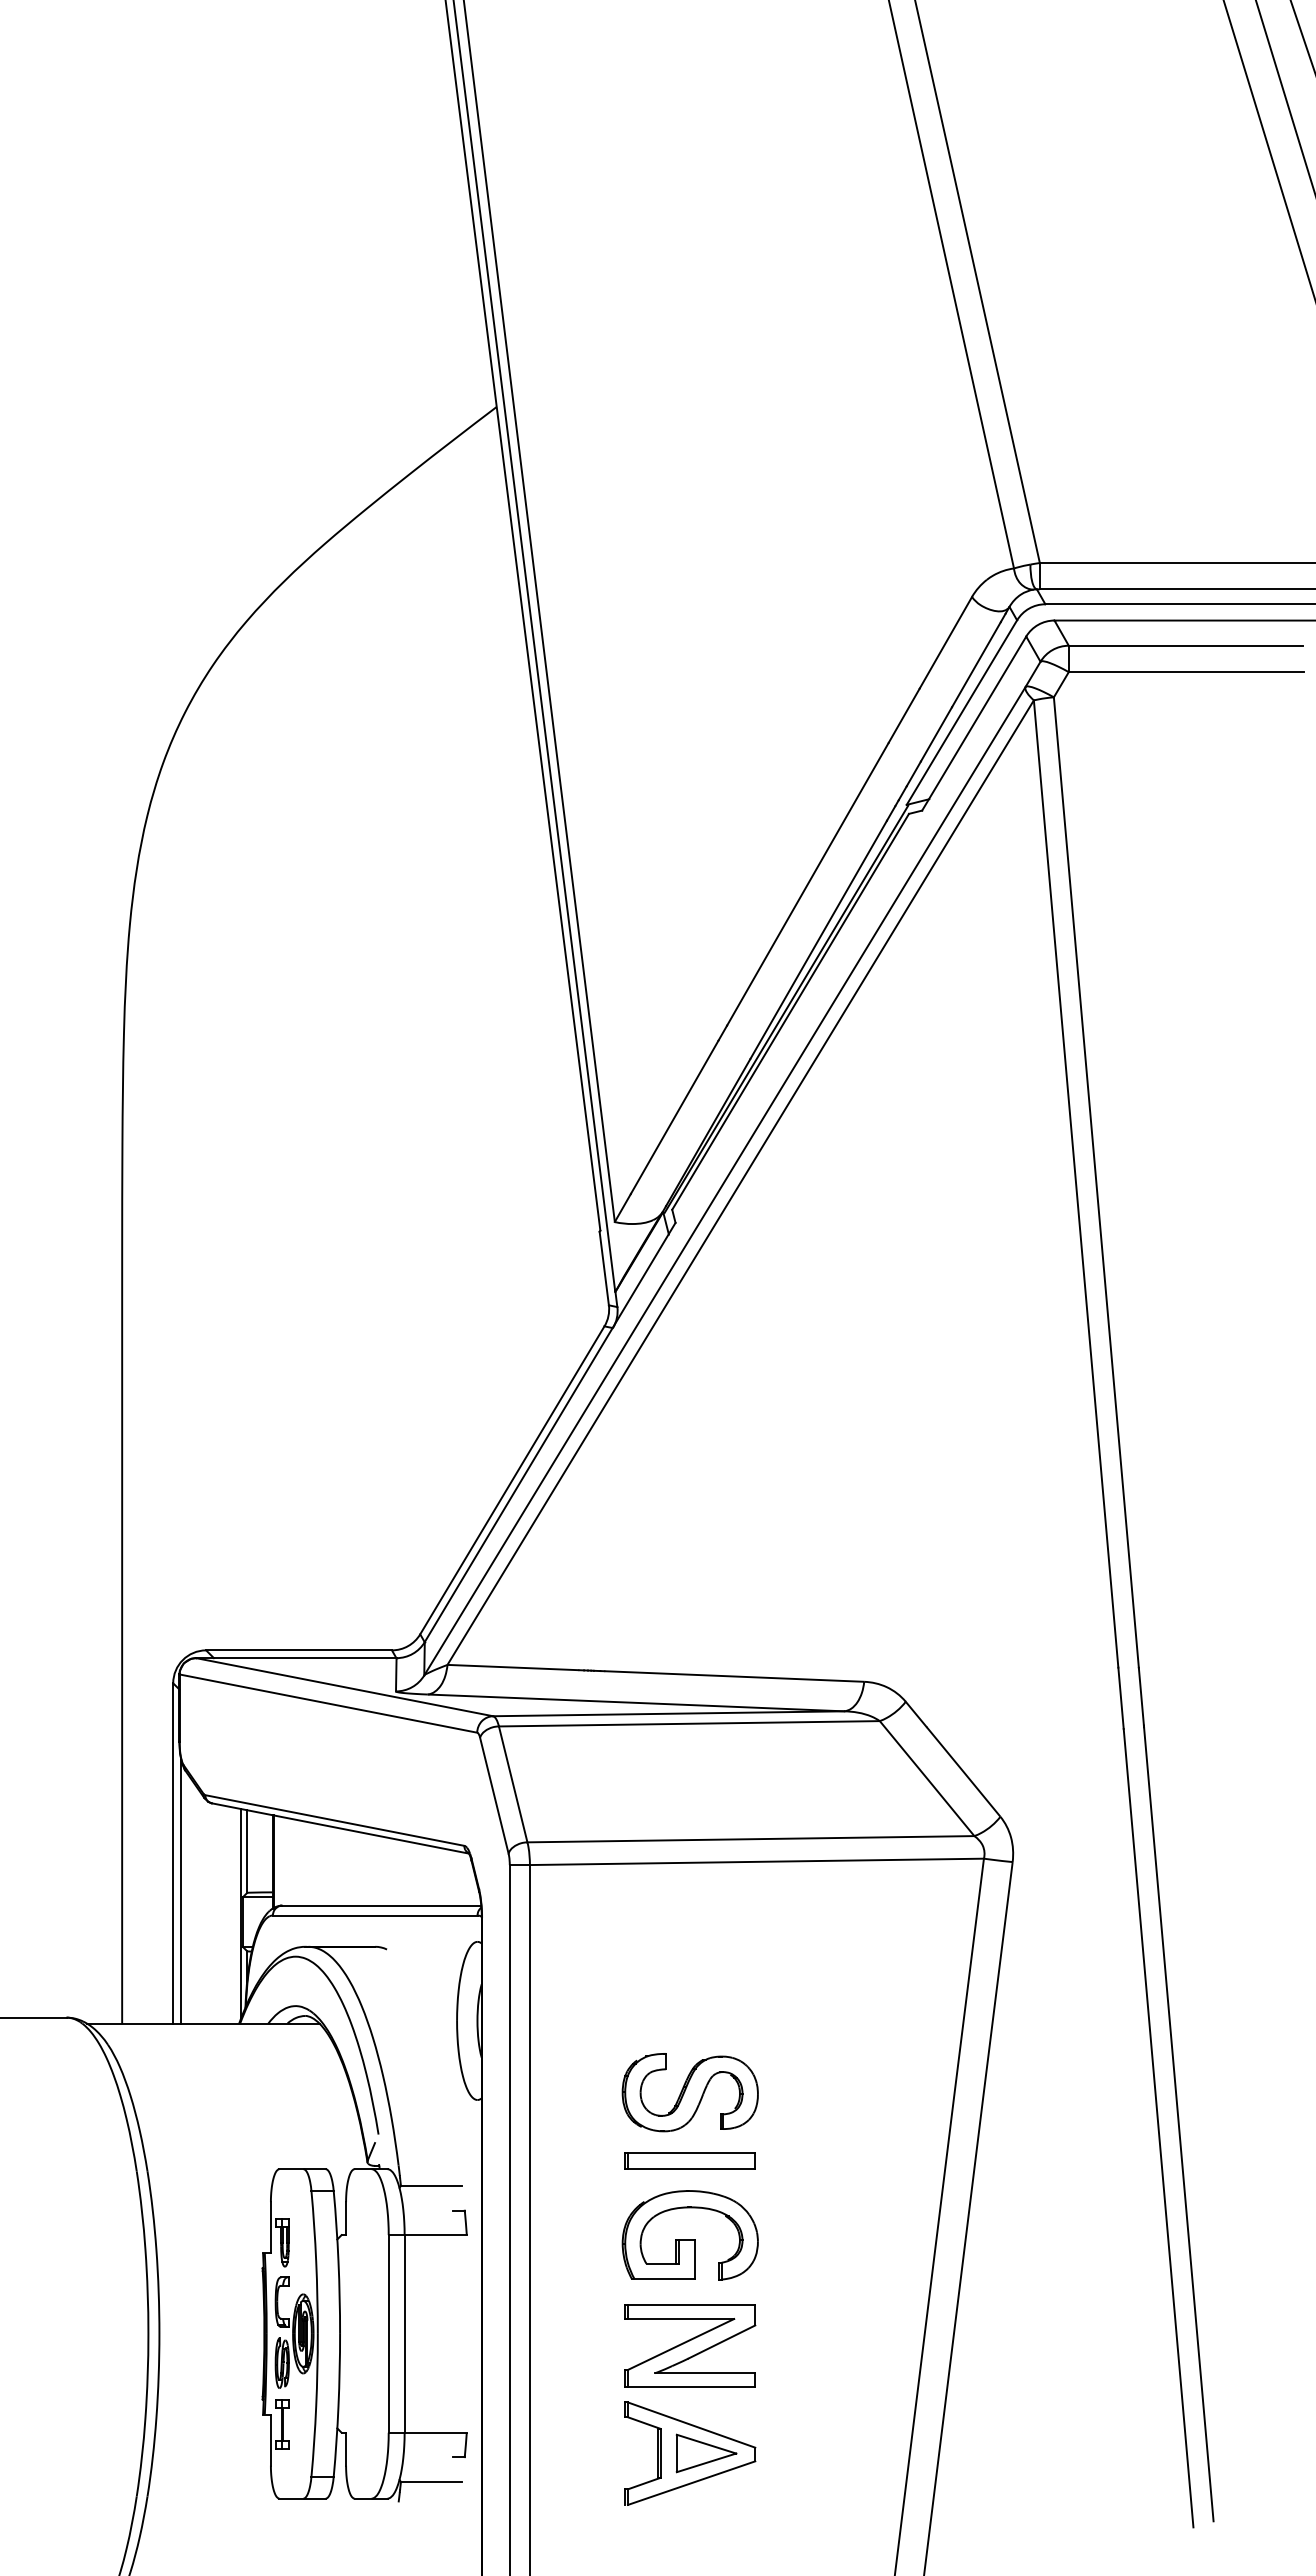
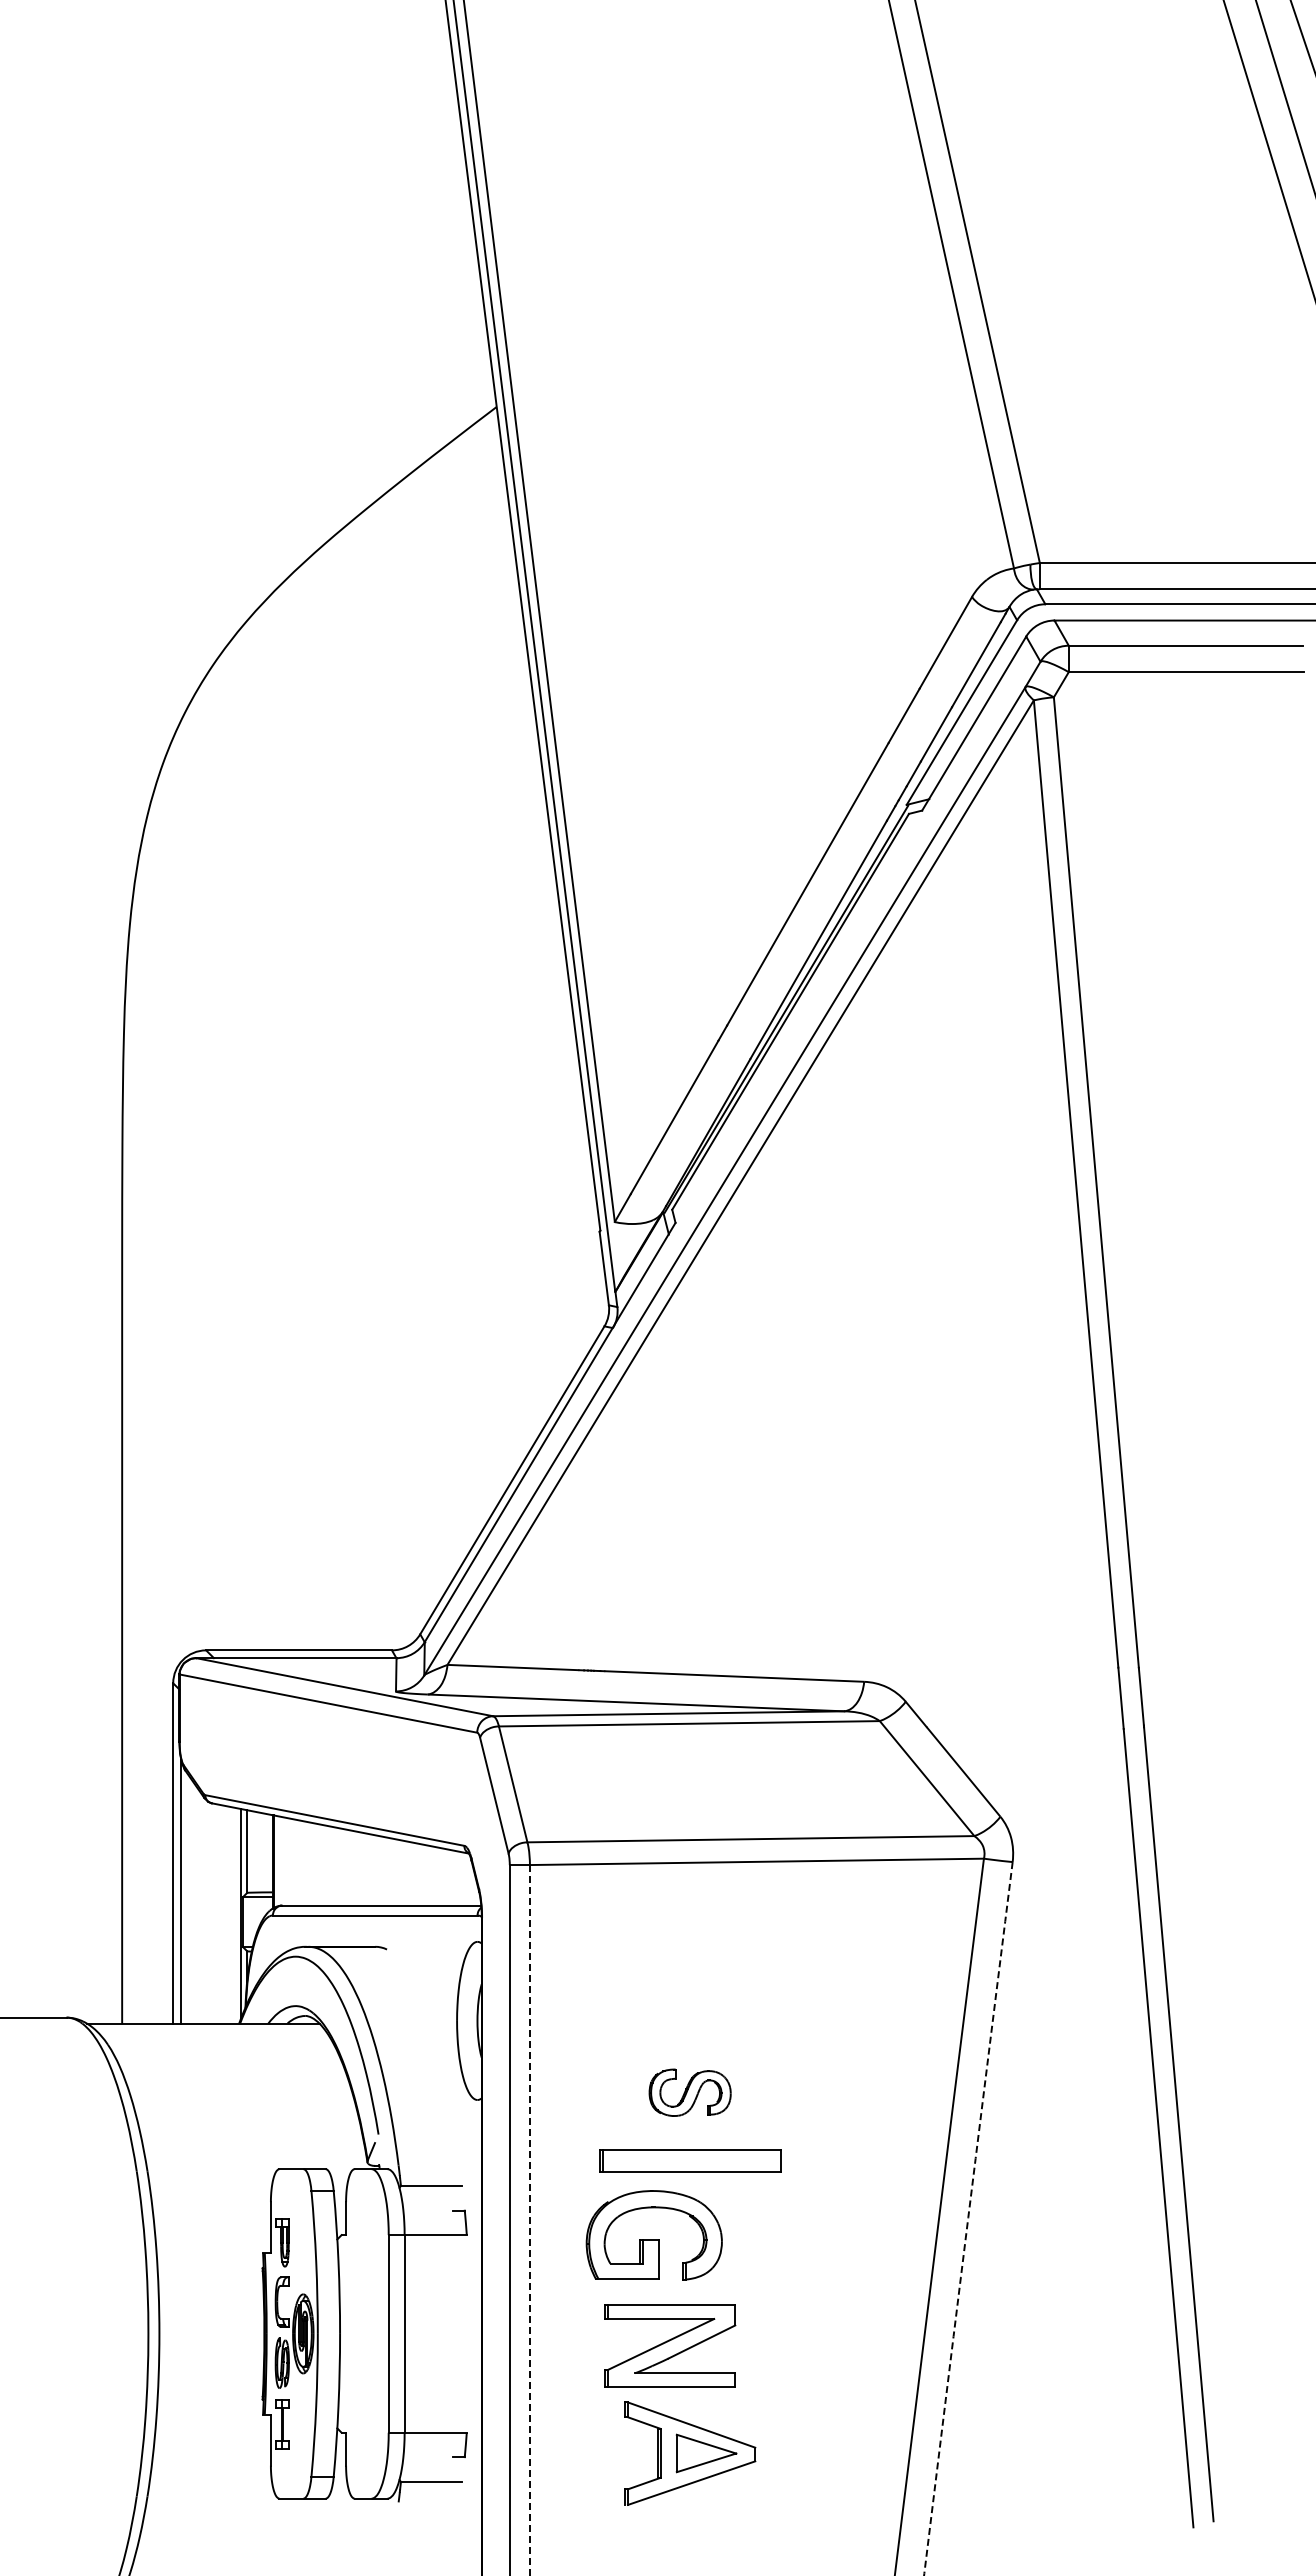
part at (689, 2092) size: 138x80 px -> 84x49 px
part at (689, 2160) size: 132x18 px -> 183x24 px
arc at (968, 2219): solid -> dashed
line at (529, 2220): solid -> dashed
part at (689, 2235) position: (689, 2235) -> (653, 2235)
part at (690, 2345) position: (690, 2345) -> (670, 2345)
